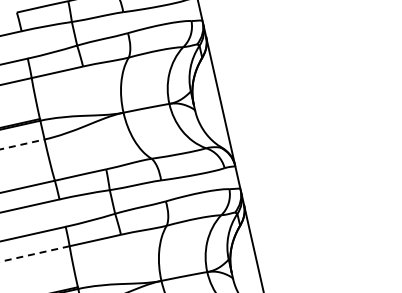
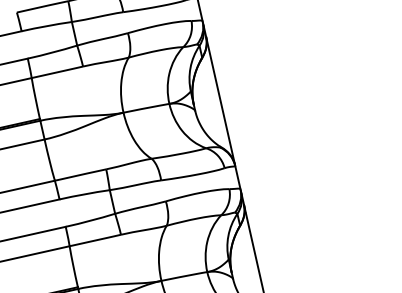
line at (23, 144): dashed -> solid
line at (34, 254): dashed -> solid
